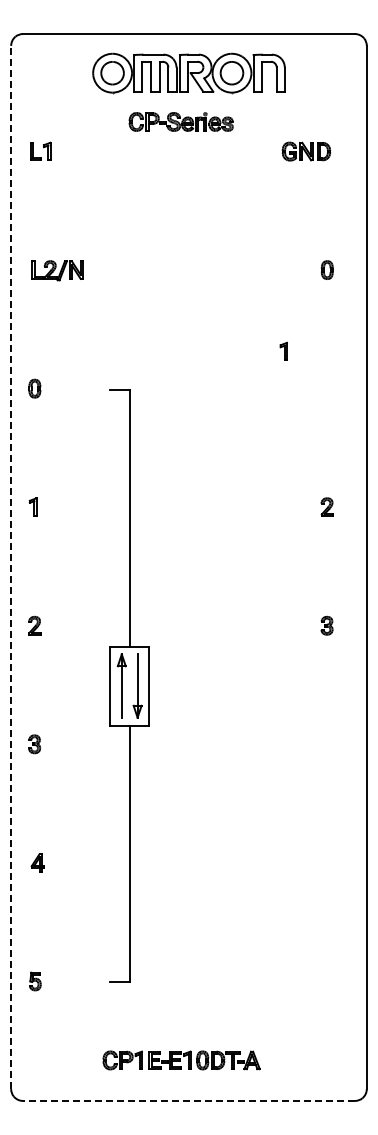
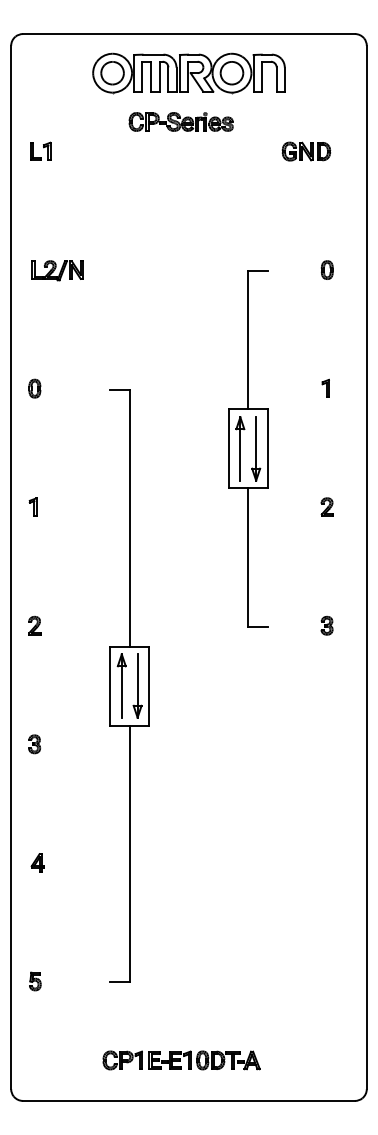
part at (283, 350) position: (283, 350) -> (325, 387)
part at (248, 448): none -> present
line at (11, 567): dashed -> solid
line at (189, 1100): dashed -> solid
